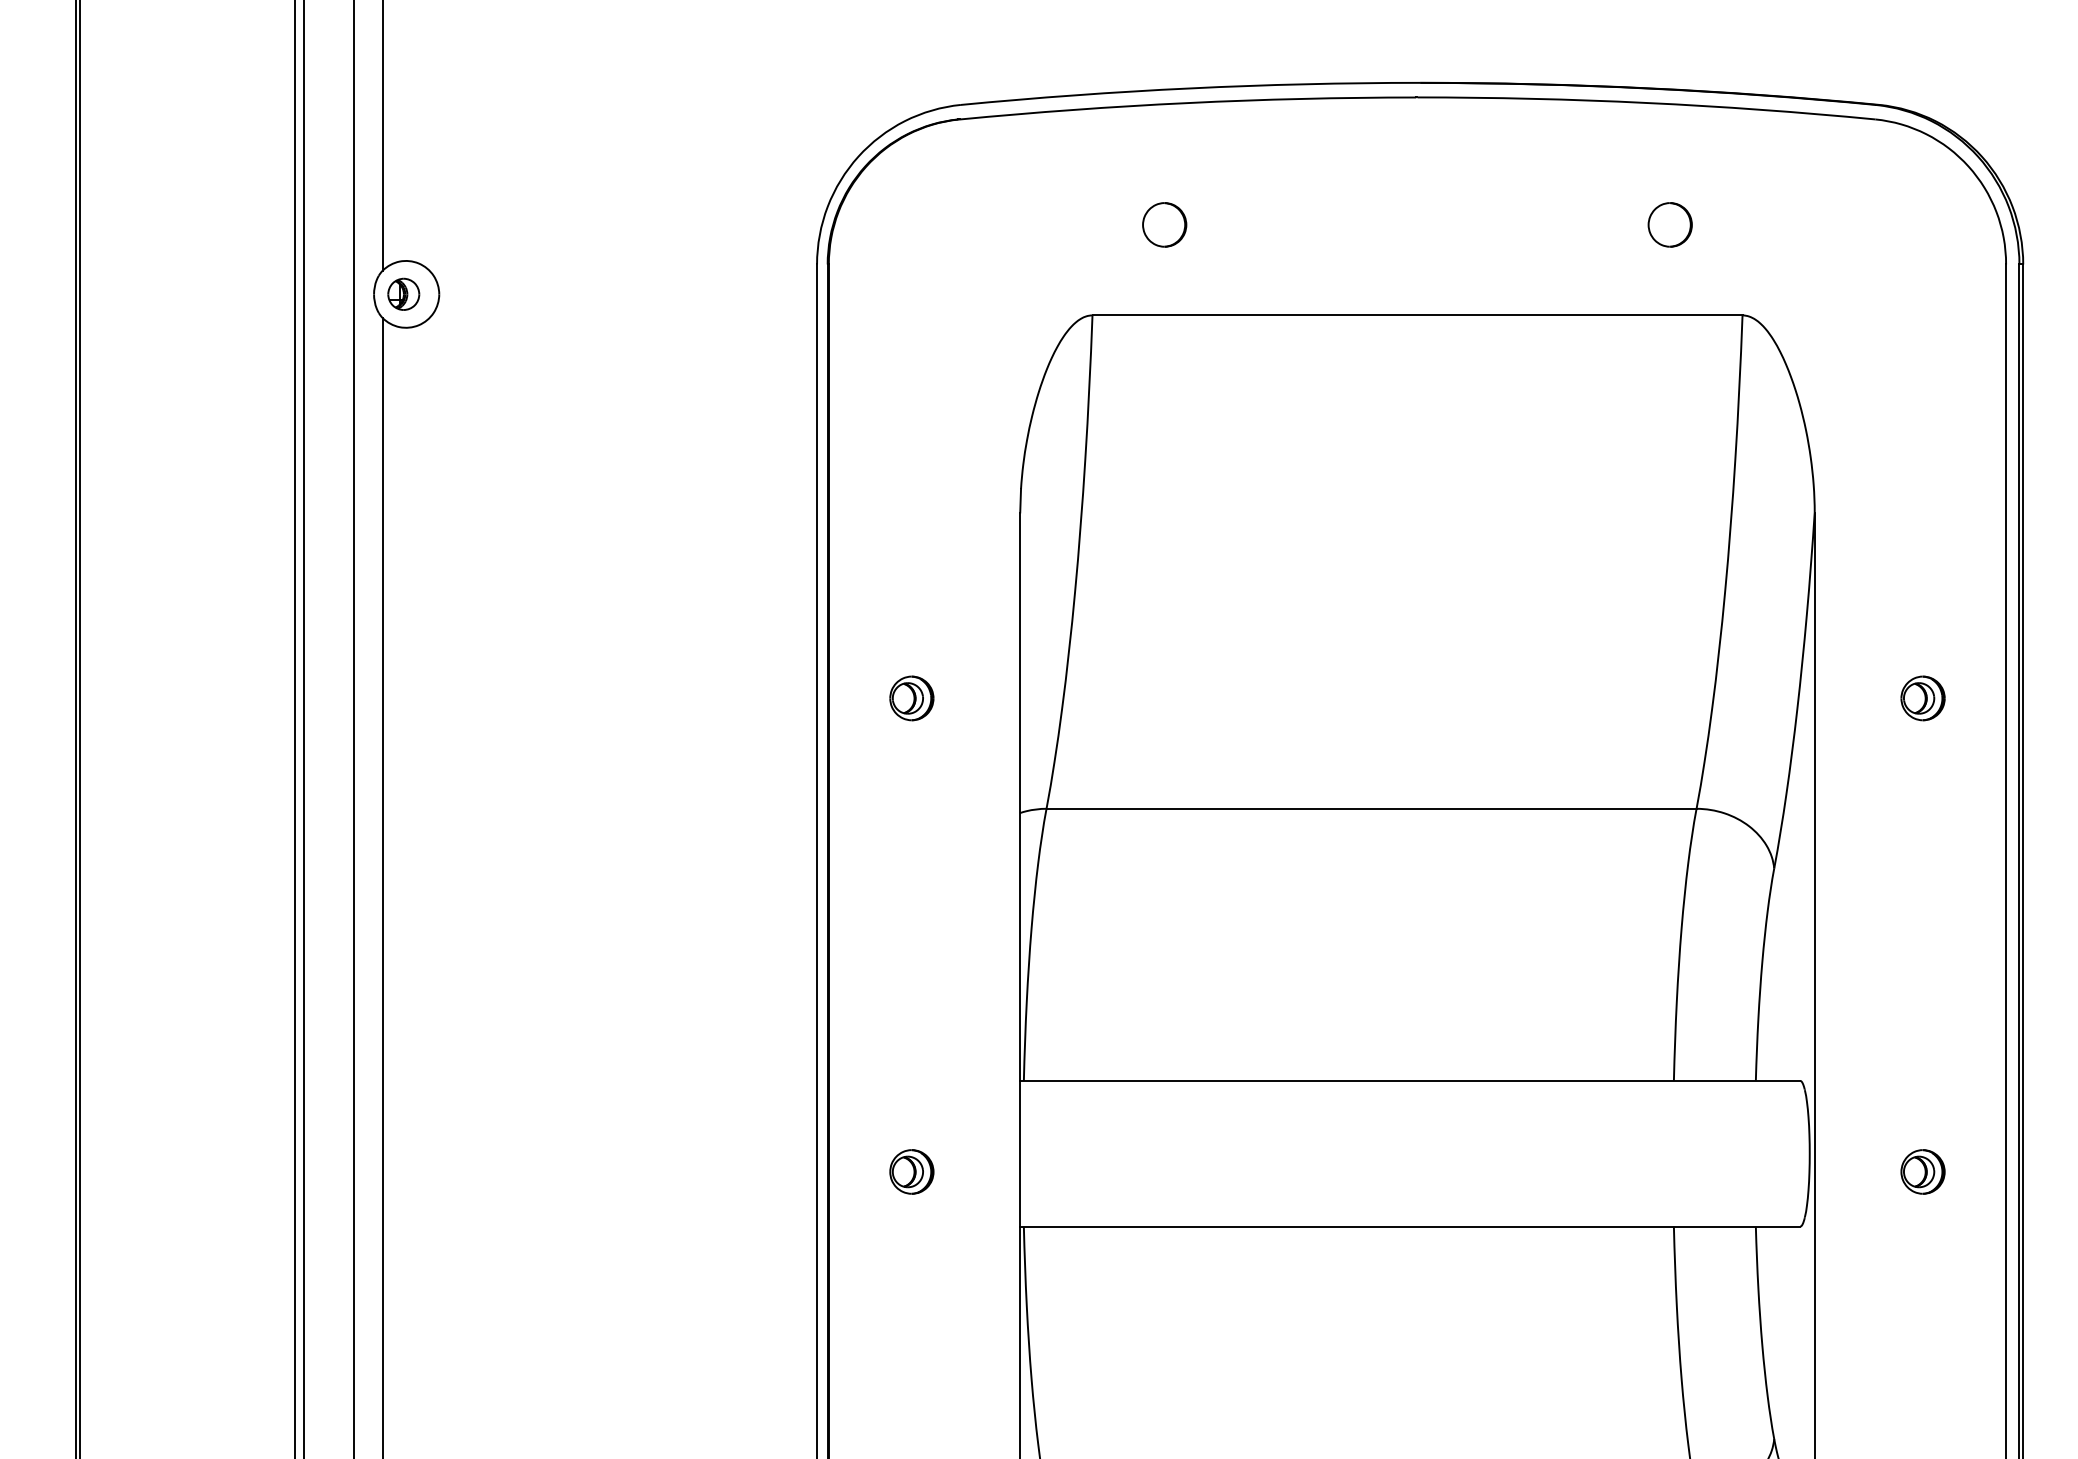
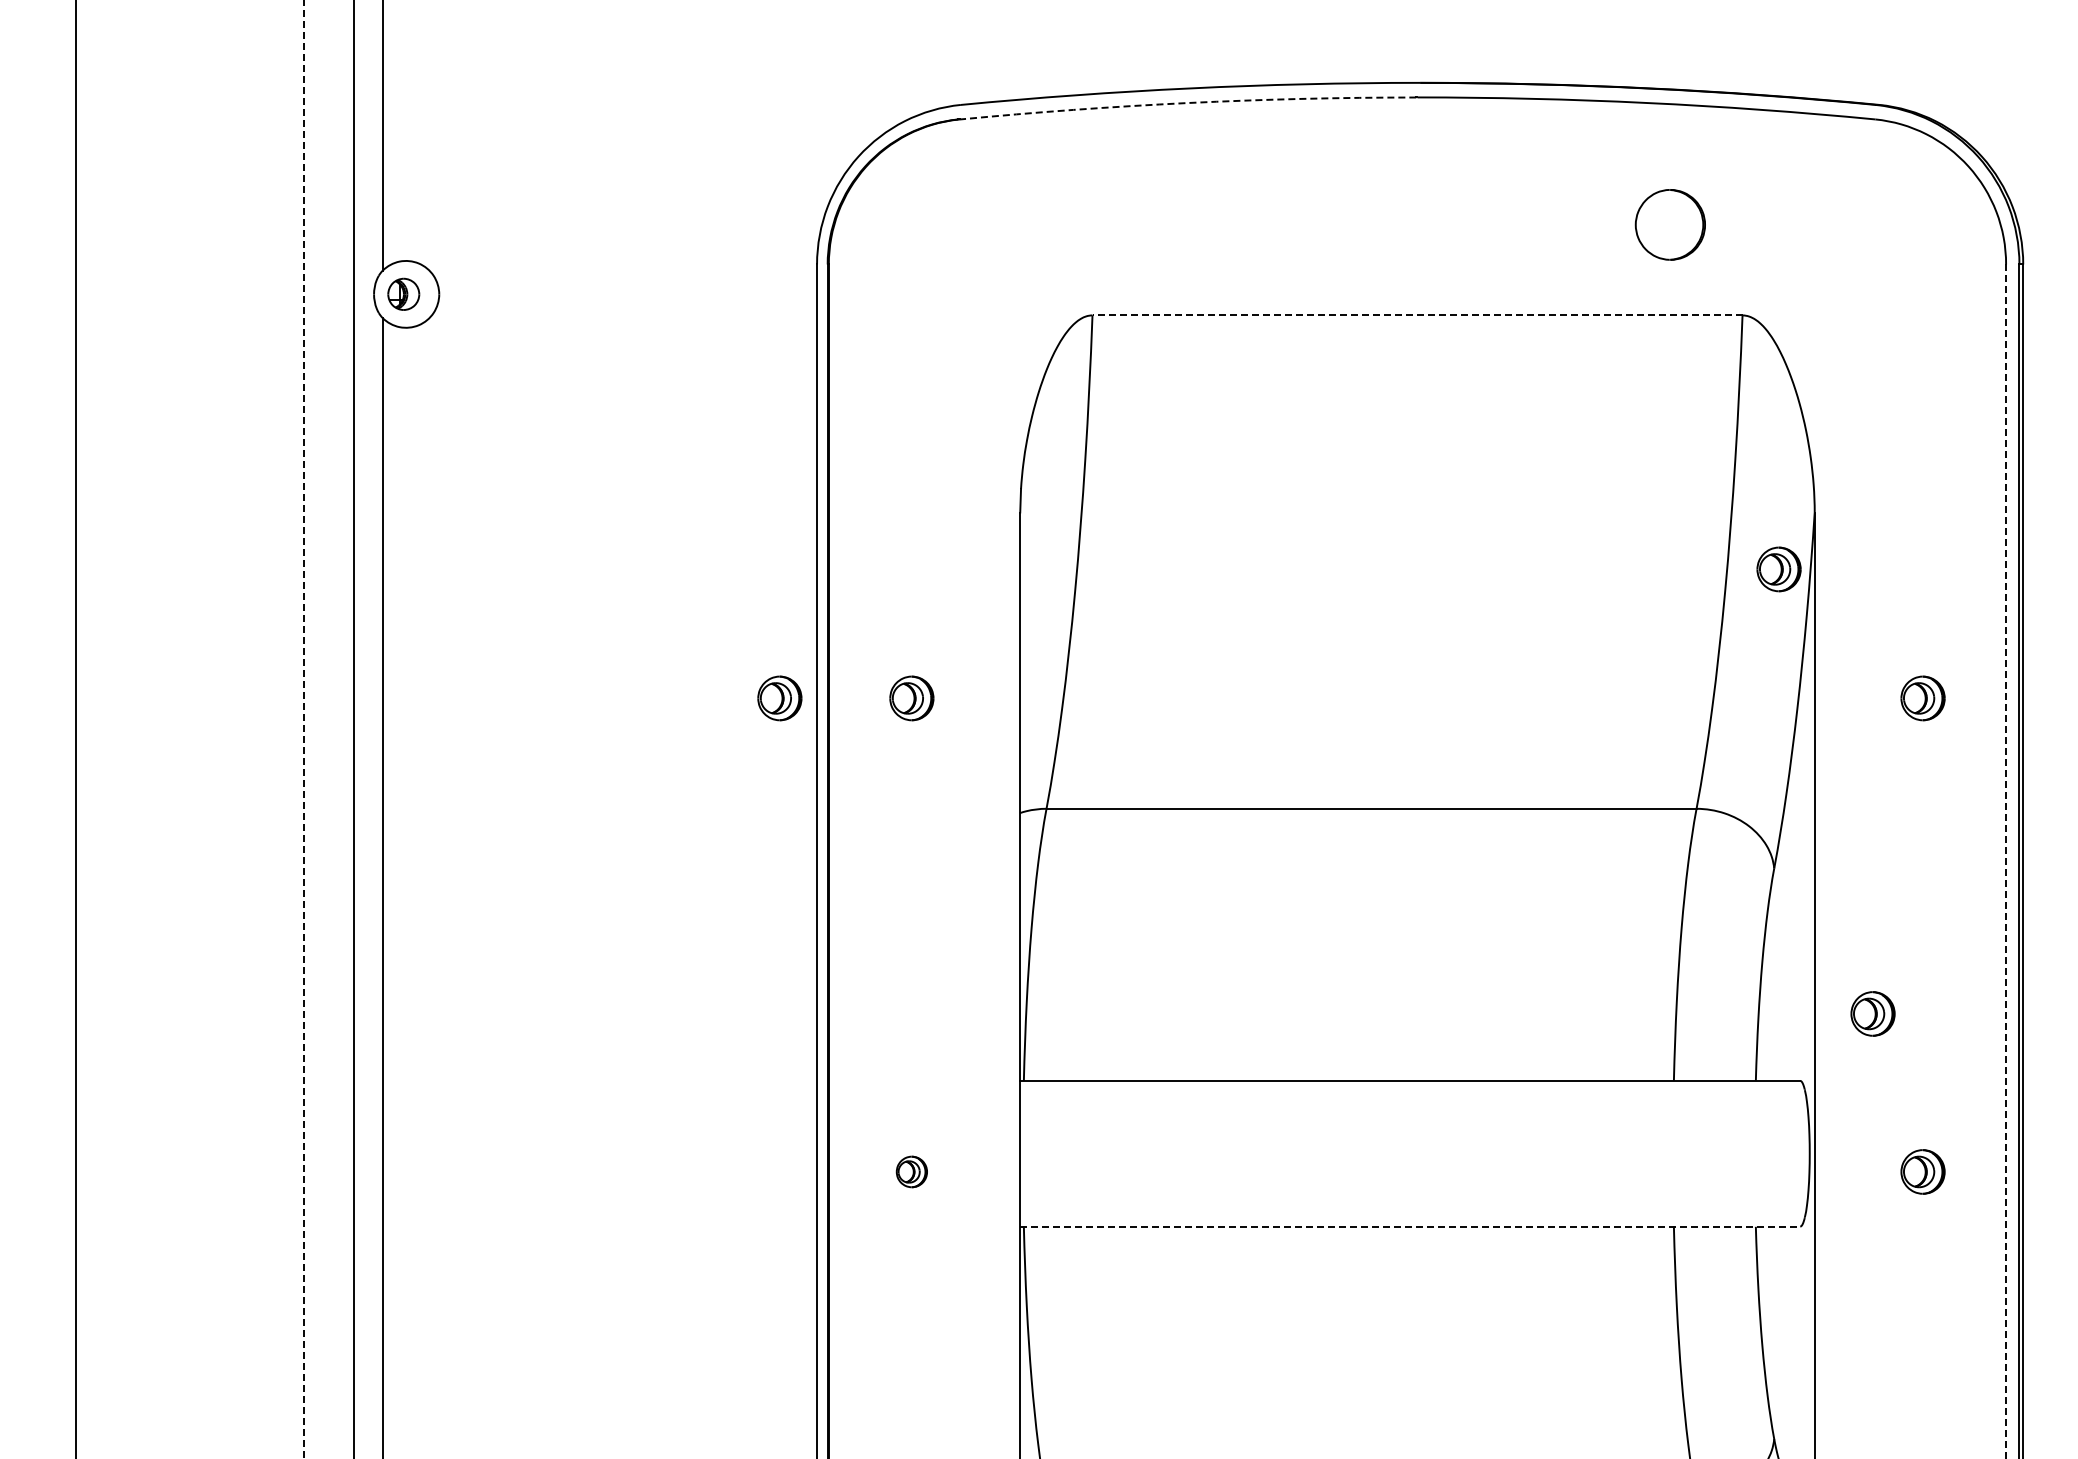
arc at (1187, 103): solid -> dashed
part at (1164, 224): present -> none
part at (1669, 224) size: 46x46 px -> 72x72 px
line at (1417, 315): solid -> dashed
part at (1778, 569): none -> present
part at (779, 698): none -> present
line at (79, 728): present -> none
line at (294, 728): present -> none
line at (304, 730): solid -> dashed
line at (2006, 862): solid -> dashed
part at (1872, 1013): none -> present
part at (911, 1171) size: 46x46 px -> 33x34 px
line at (1410, 1226): solid -> dashed
